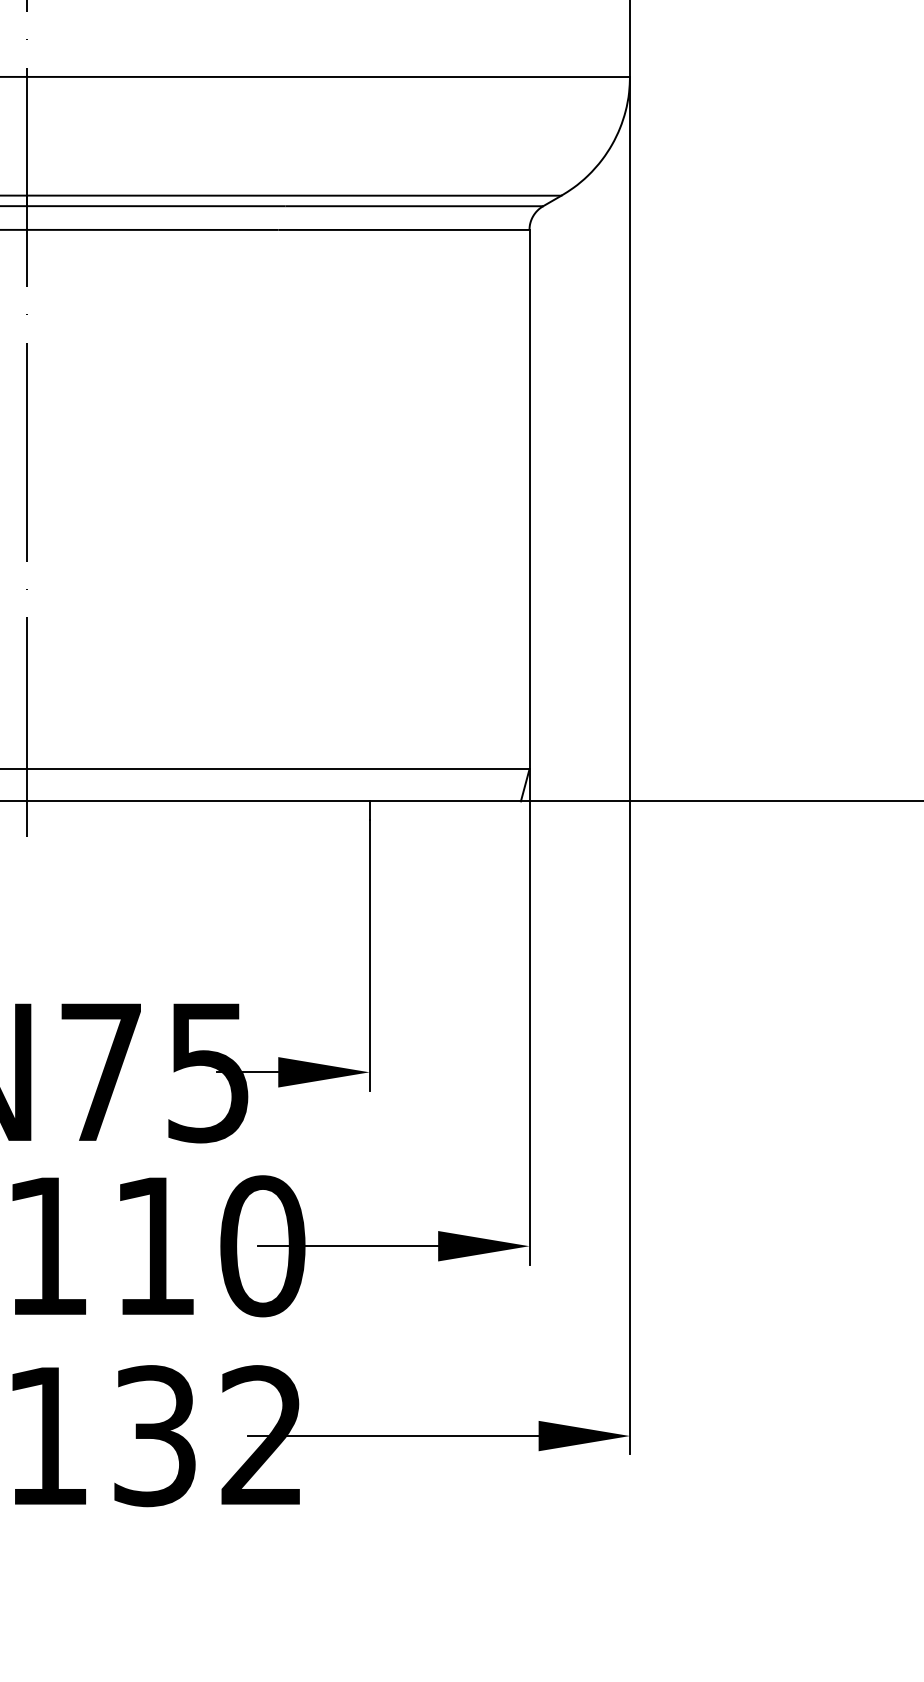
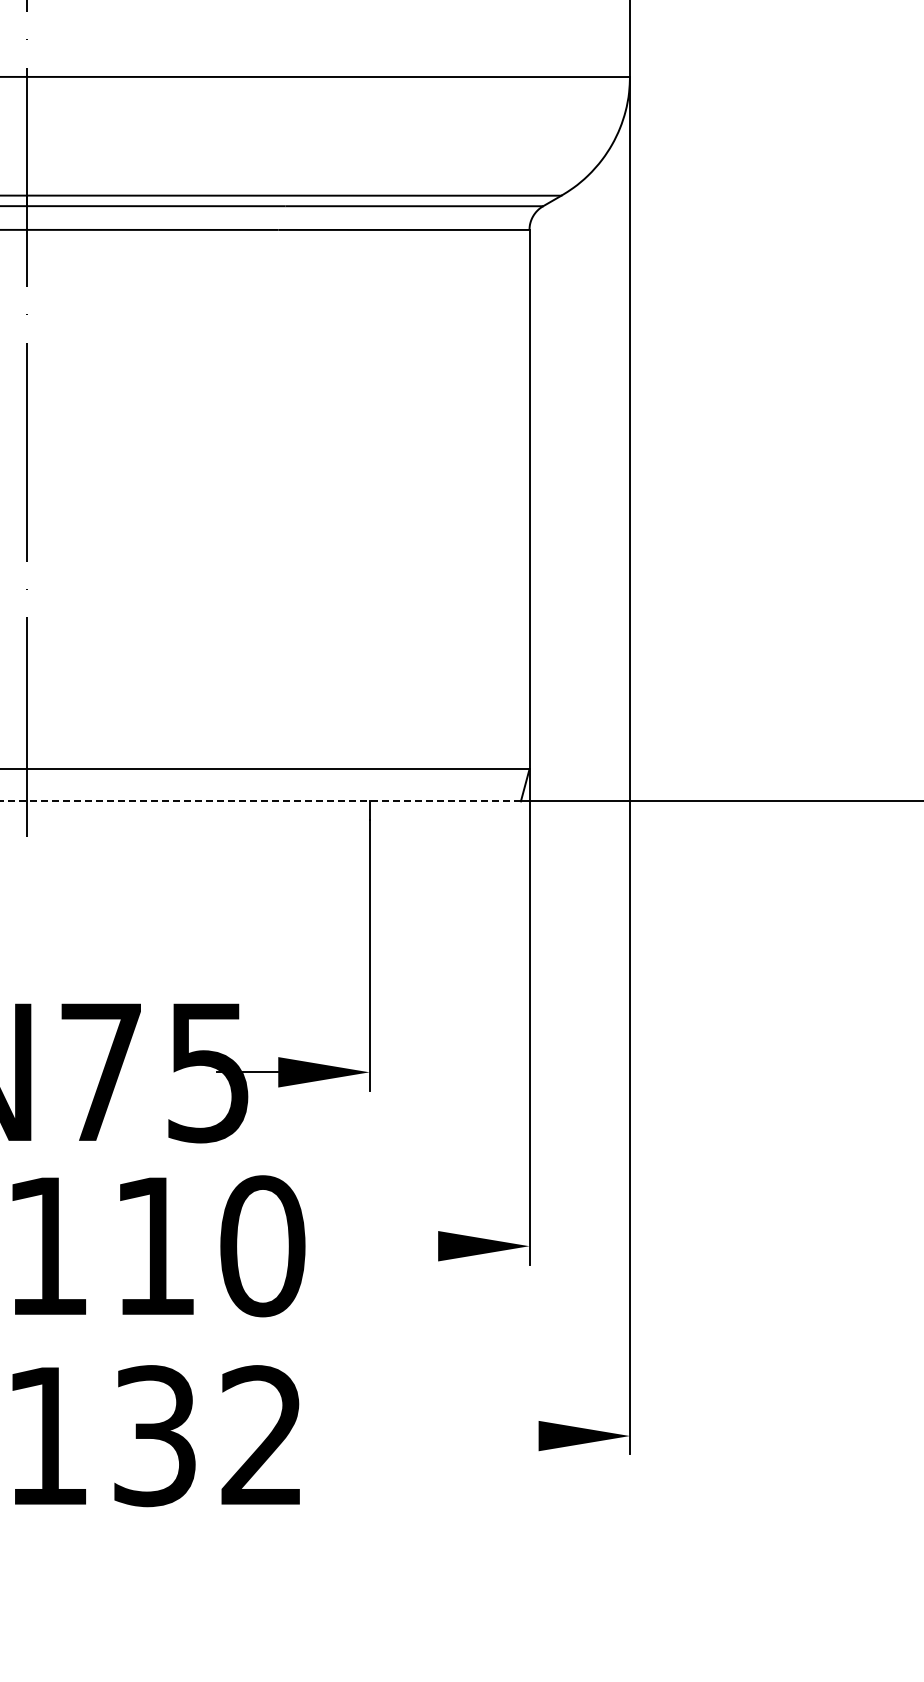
line at (259, 801): solid -> dashed
line at (348, 1246): present -> none
line at (392, 1436): present -> none
